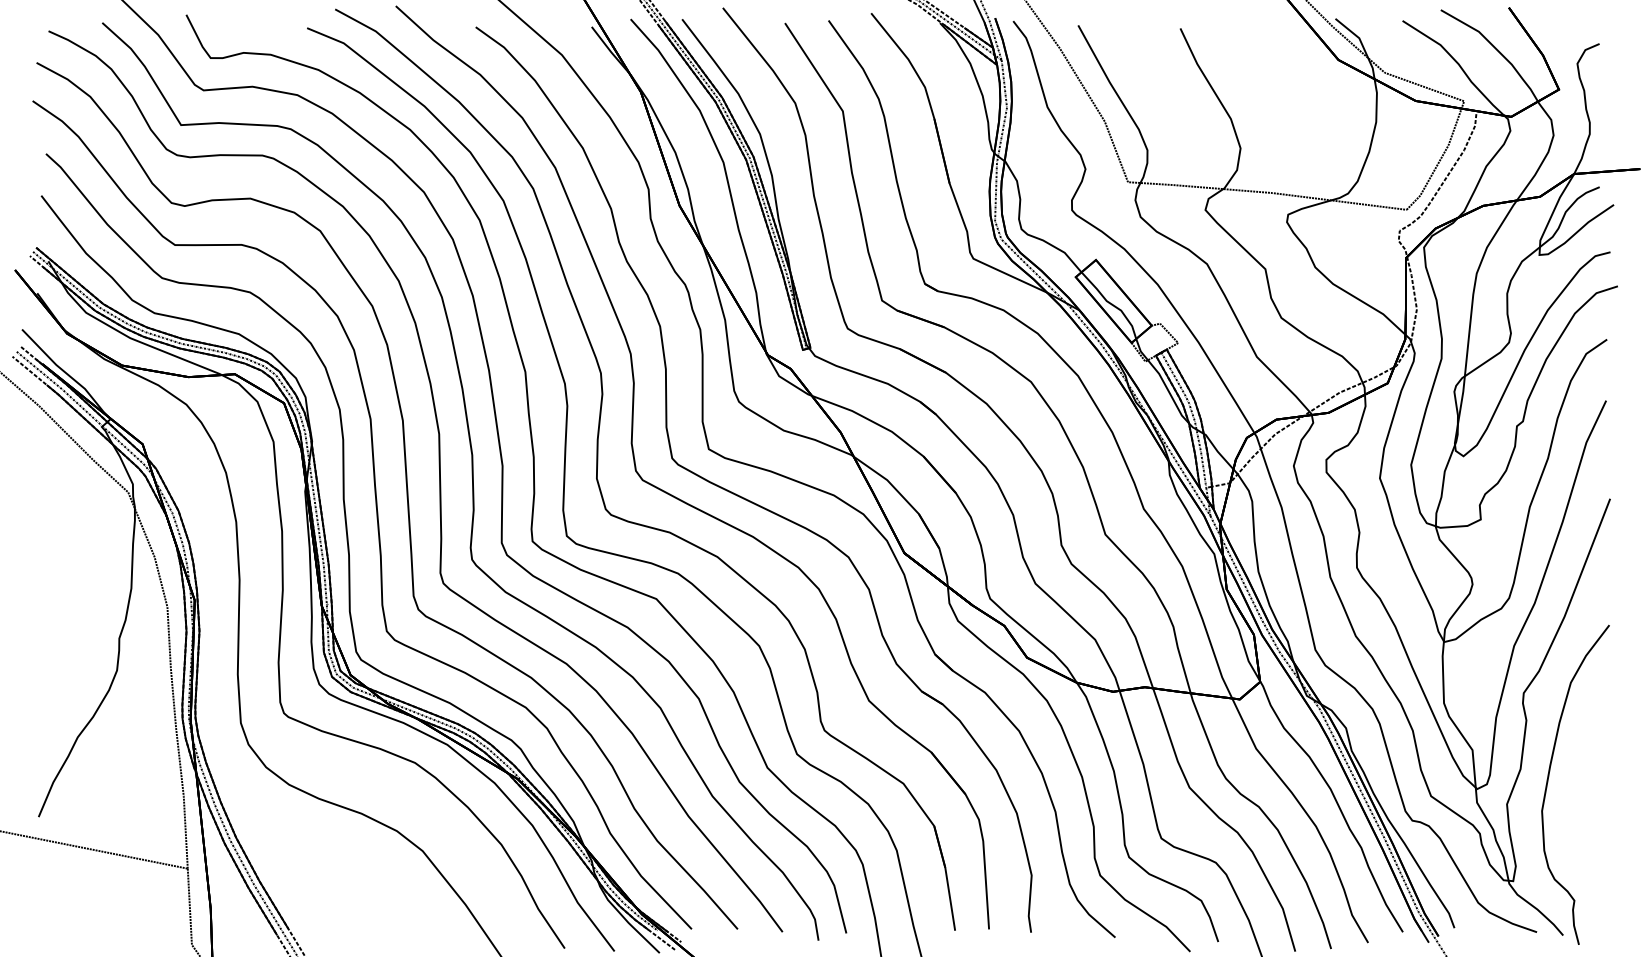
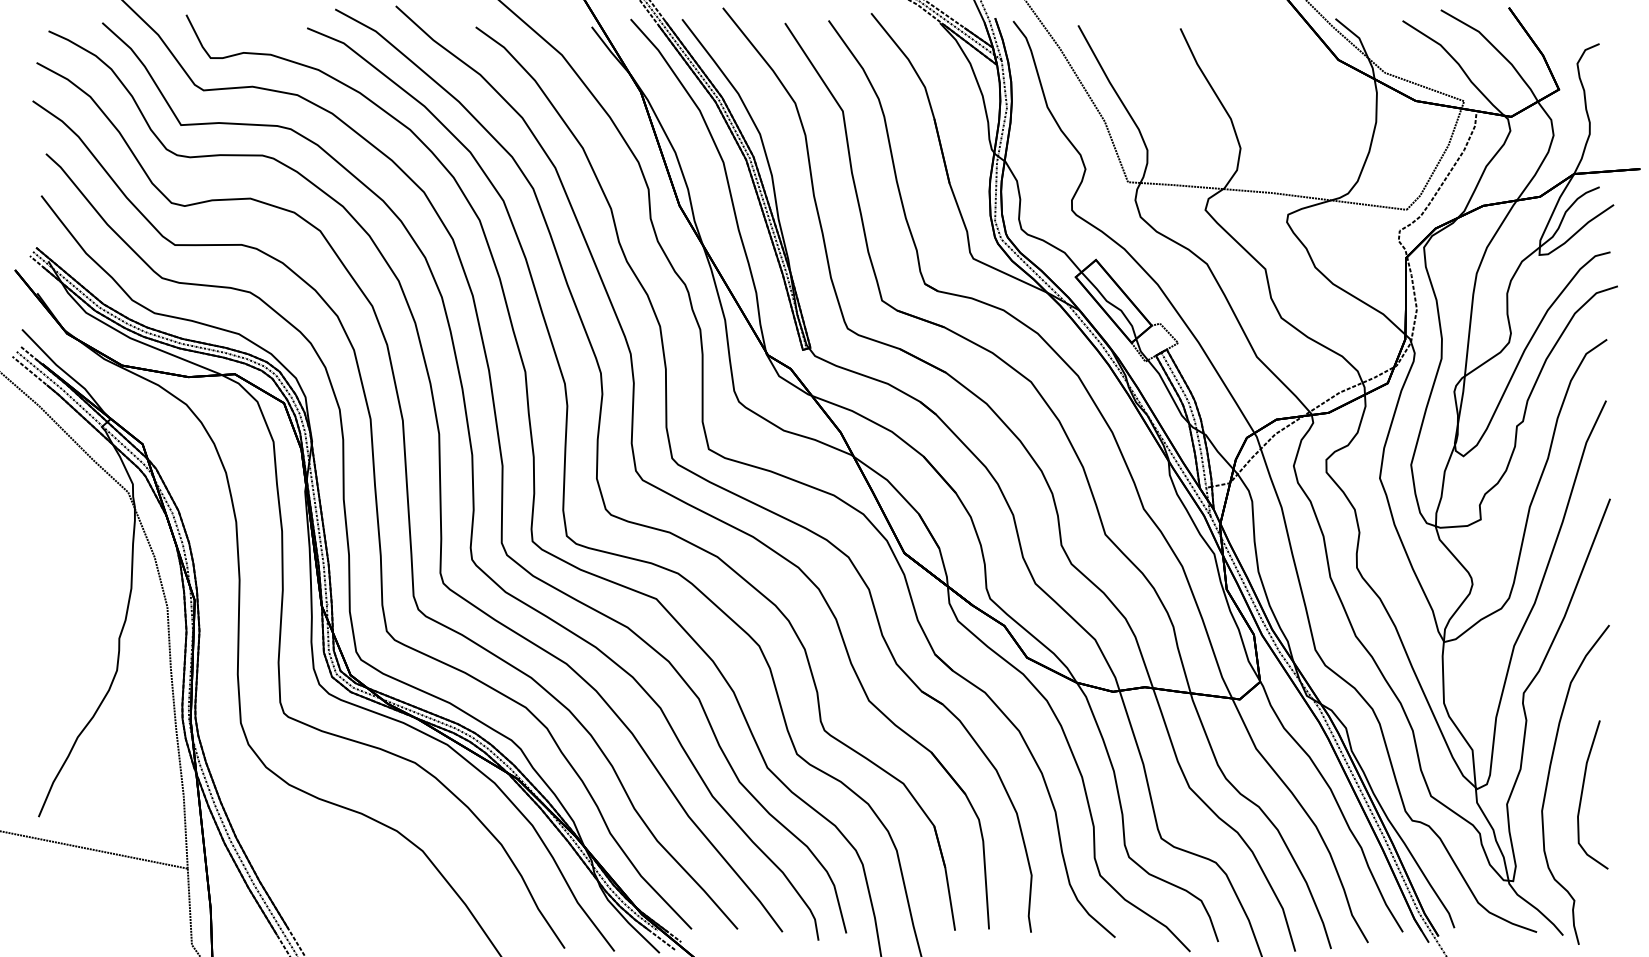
curve at (1583, 791): none -> present
